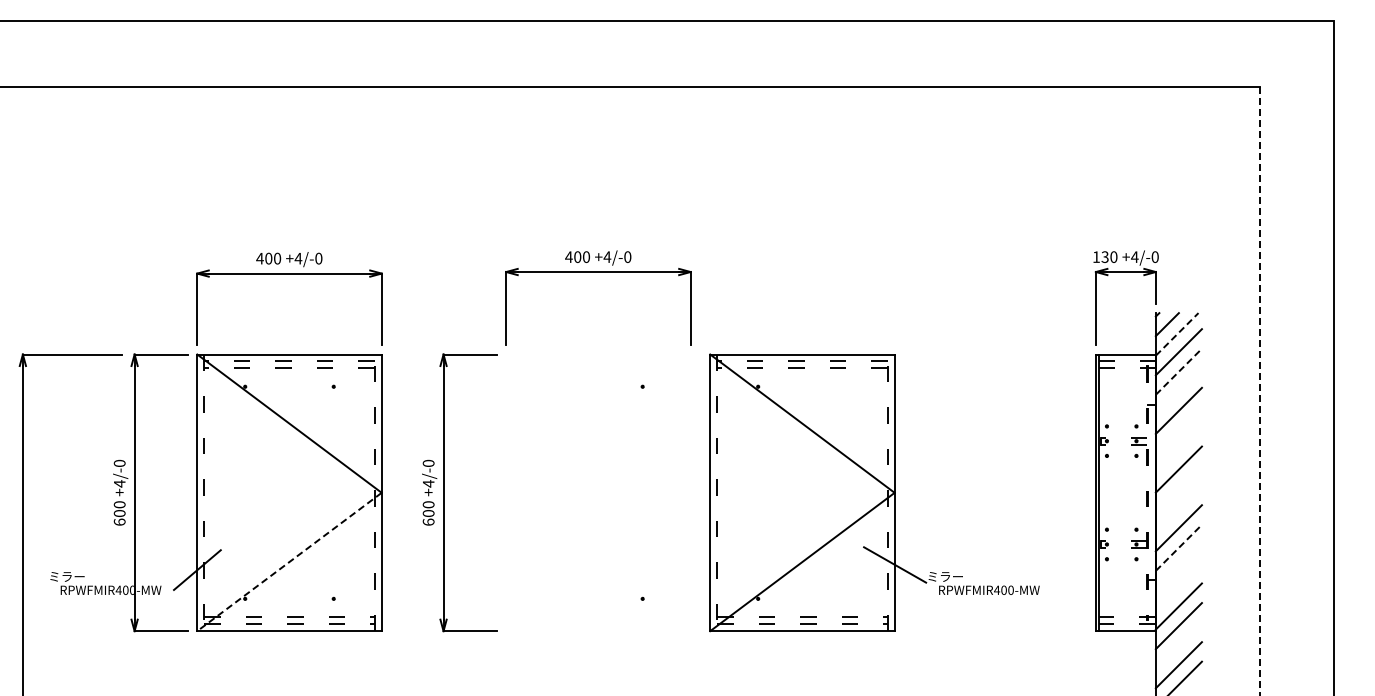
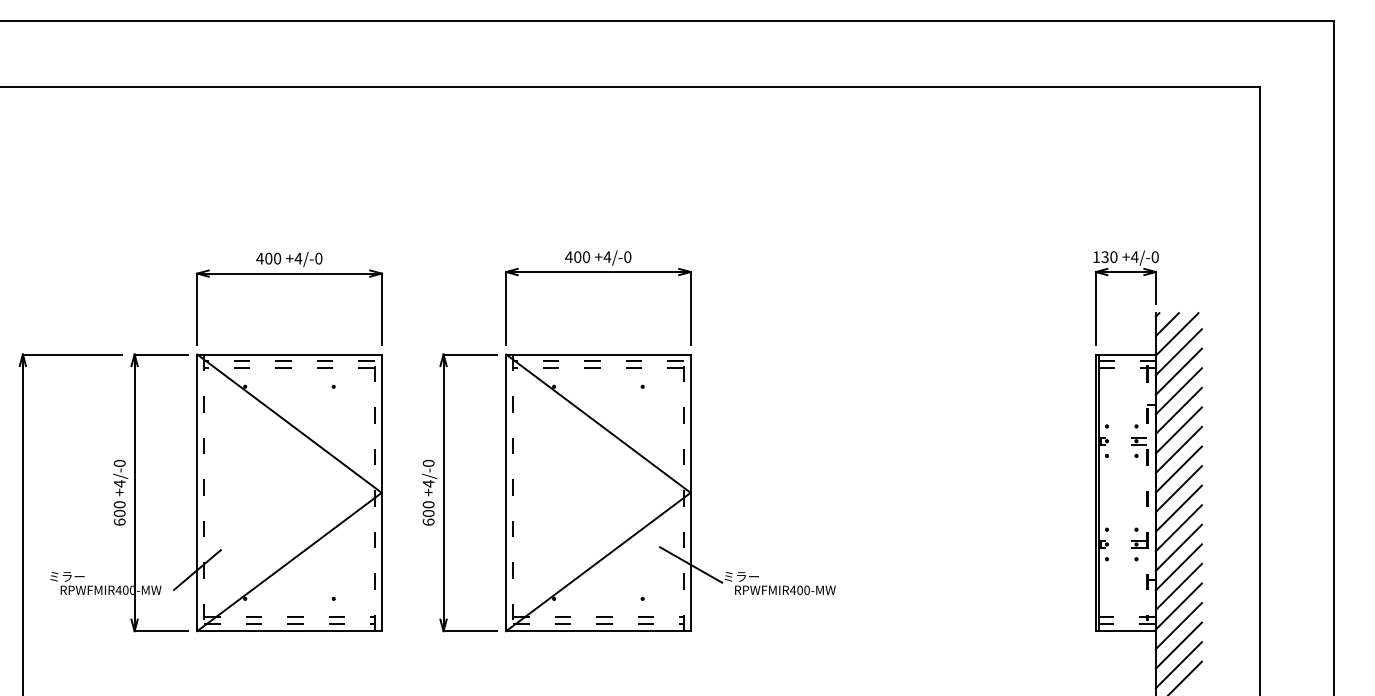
line at (1177, 334): dashed -> solid
line at (1178, 371): dashed -> solid
line at (1178, 391): none -> present
line at (1259, 391): dashed -> solid
line at (1178, 430): none -> present
line at (1178, 449): none -> present
line at (1178, 489): none -> present
part at (874, 492) position: (874, 492) -> (670, 492)
line at (1178, 508): none -> present
line at (1178, 547): dashed -> solid
line at (289, 562): dashed -> solid
line at (1178, 567): none -> present
line at (1178, 586): none -> present
line at (1178, 645): none -> present
